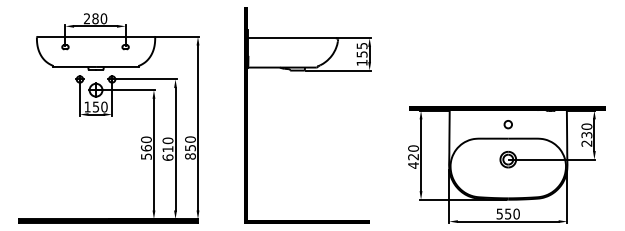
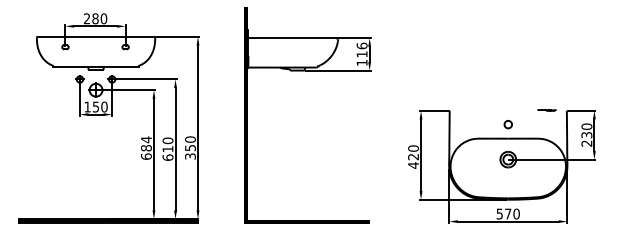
text at (361, 49): 155 -> 116
fill at (507, 108): present -> none
text at (146, 147): 560 -> 684
text at (190, 156): 850 -> 350
text at (508, 213): 550 -> 570
